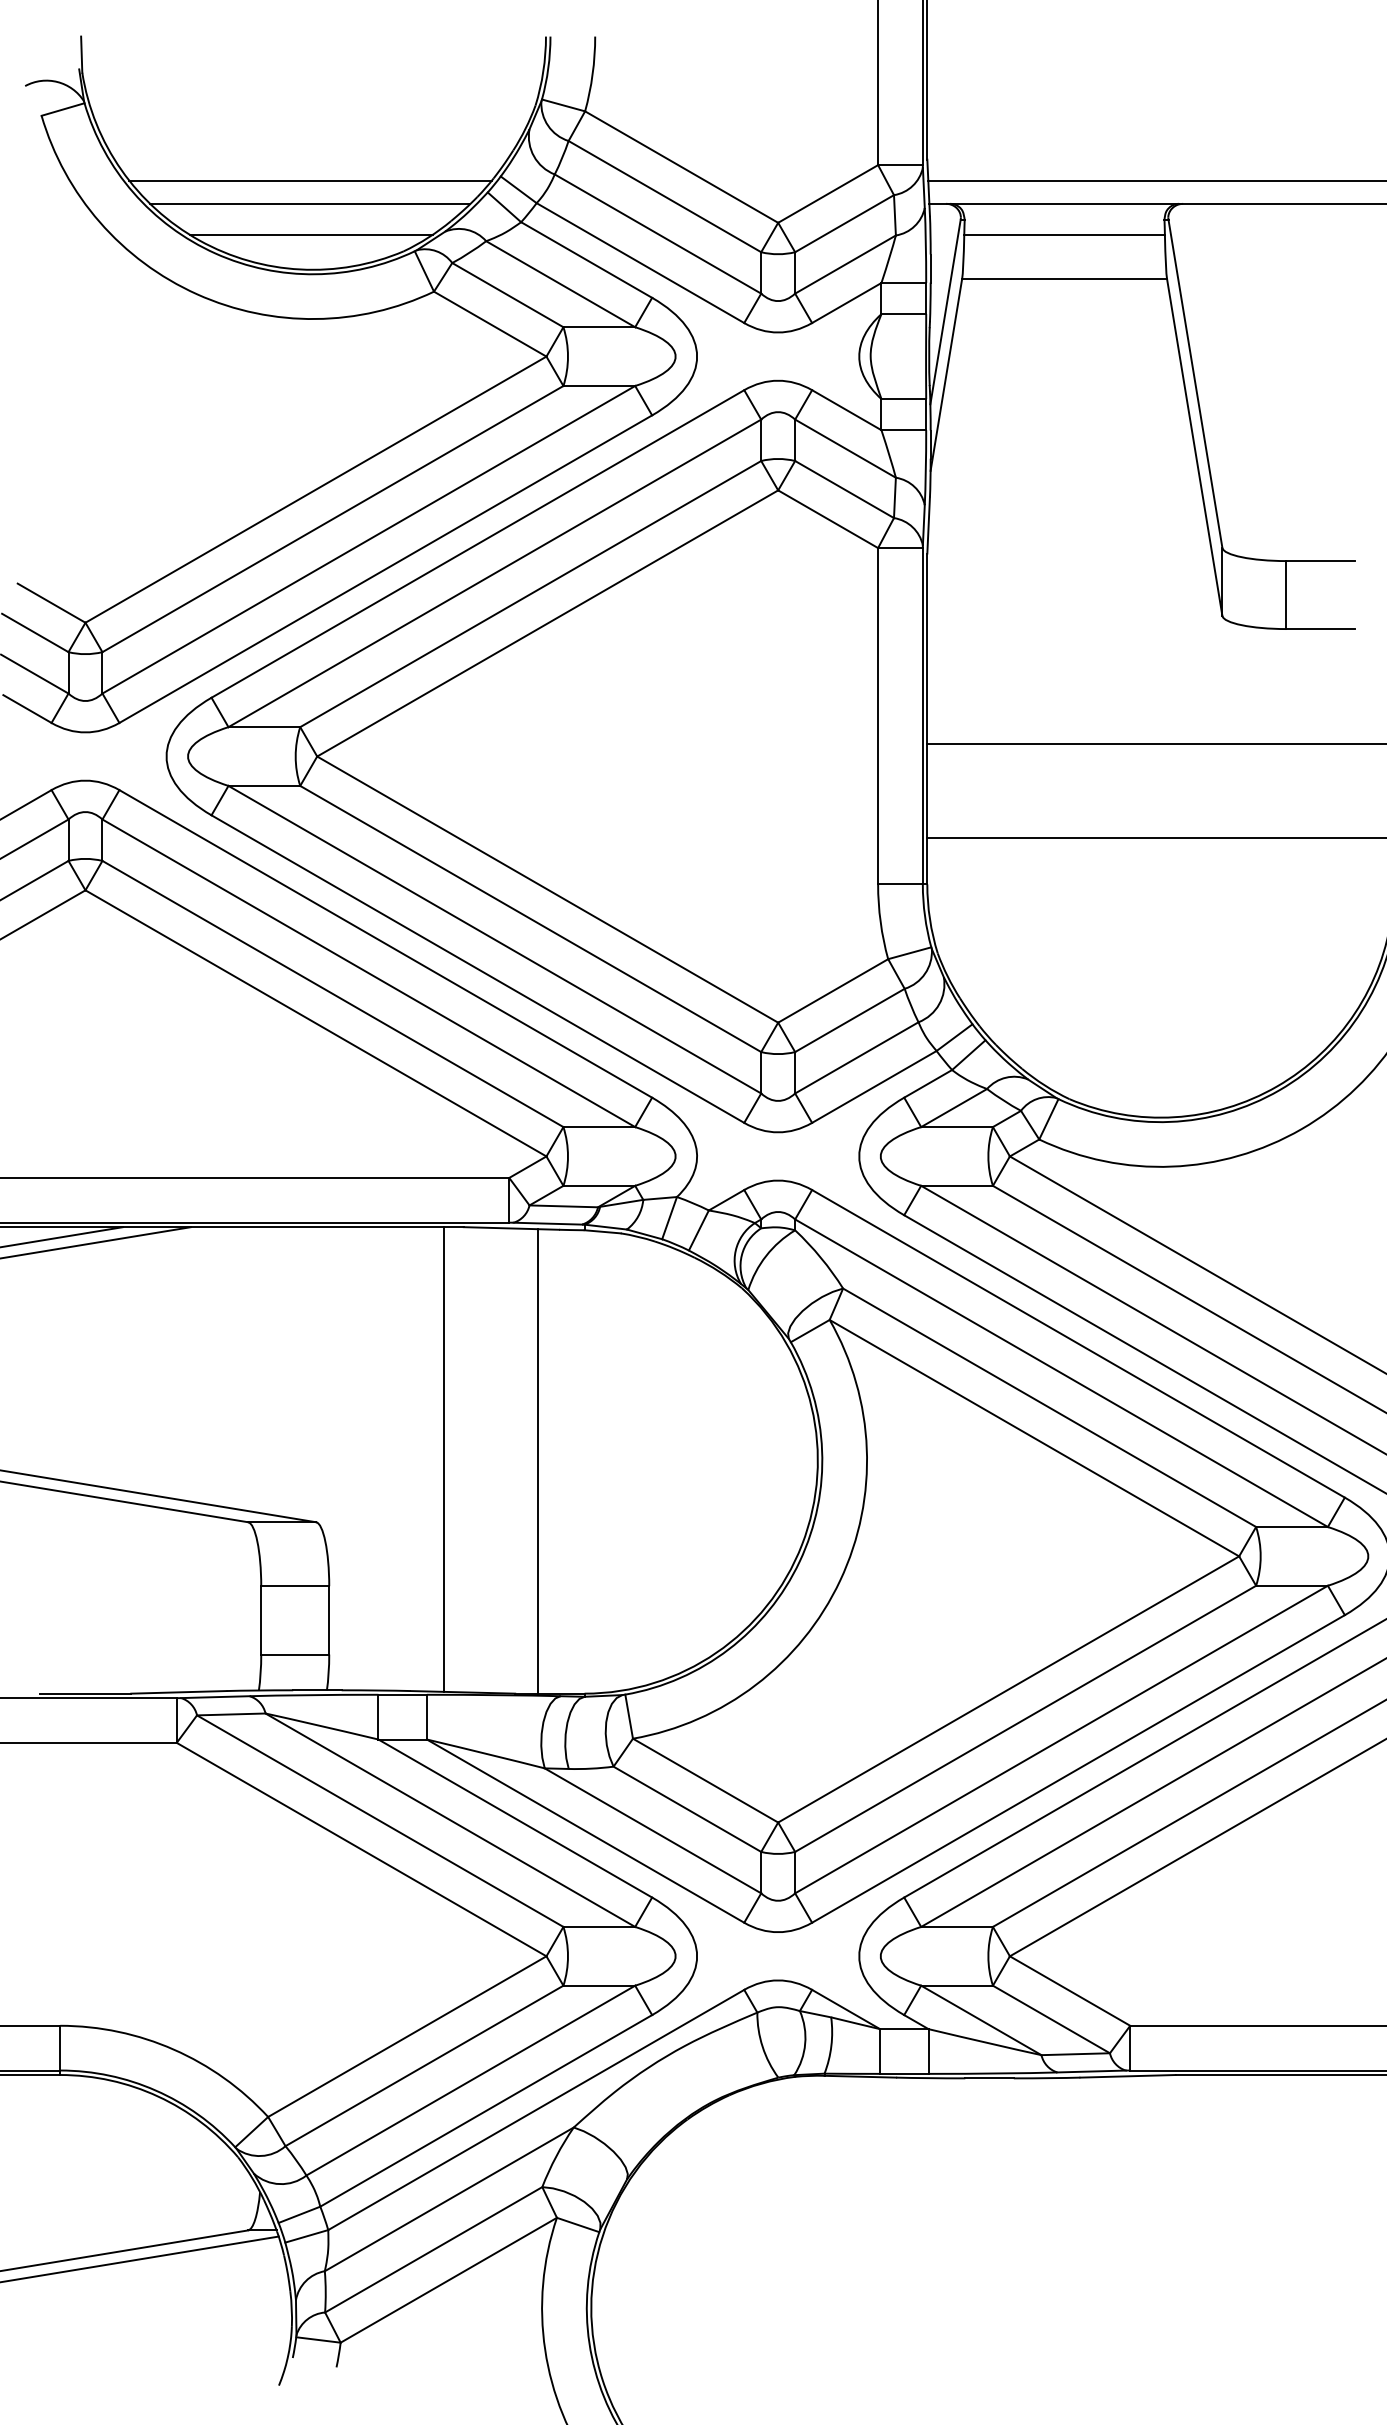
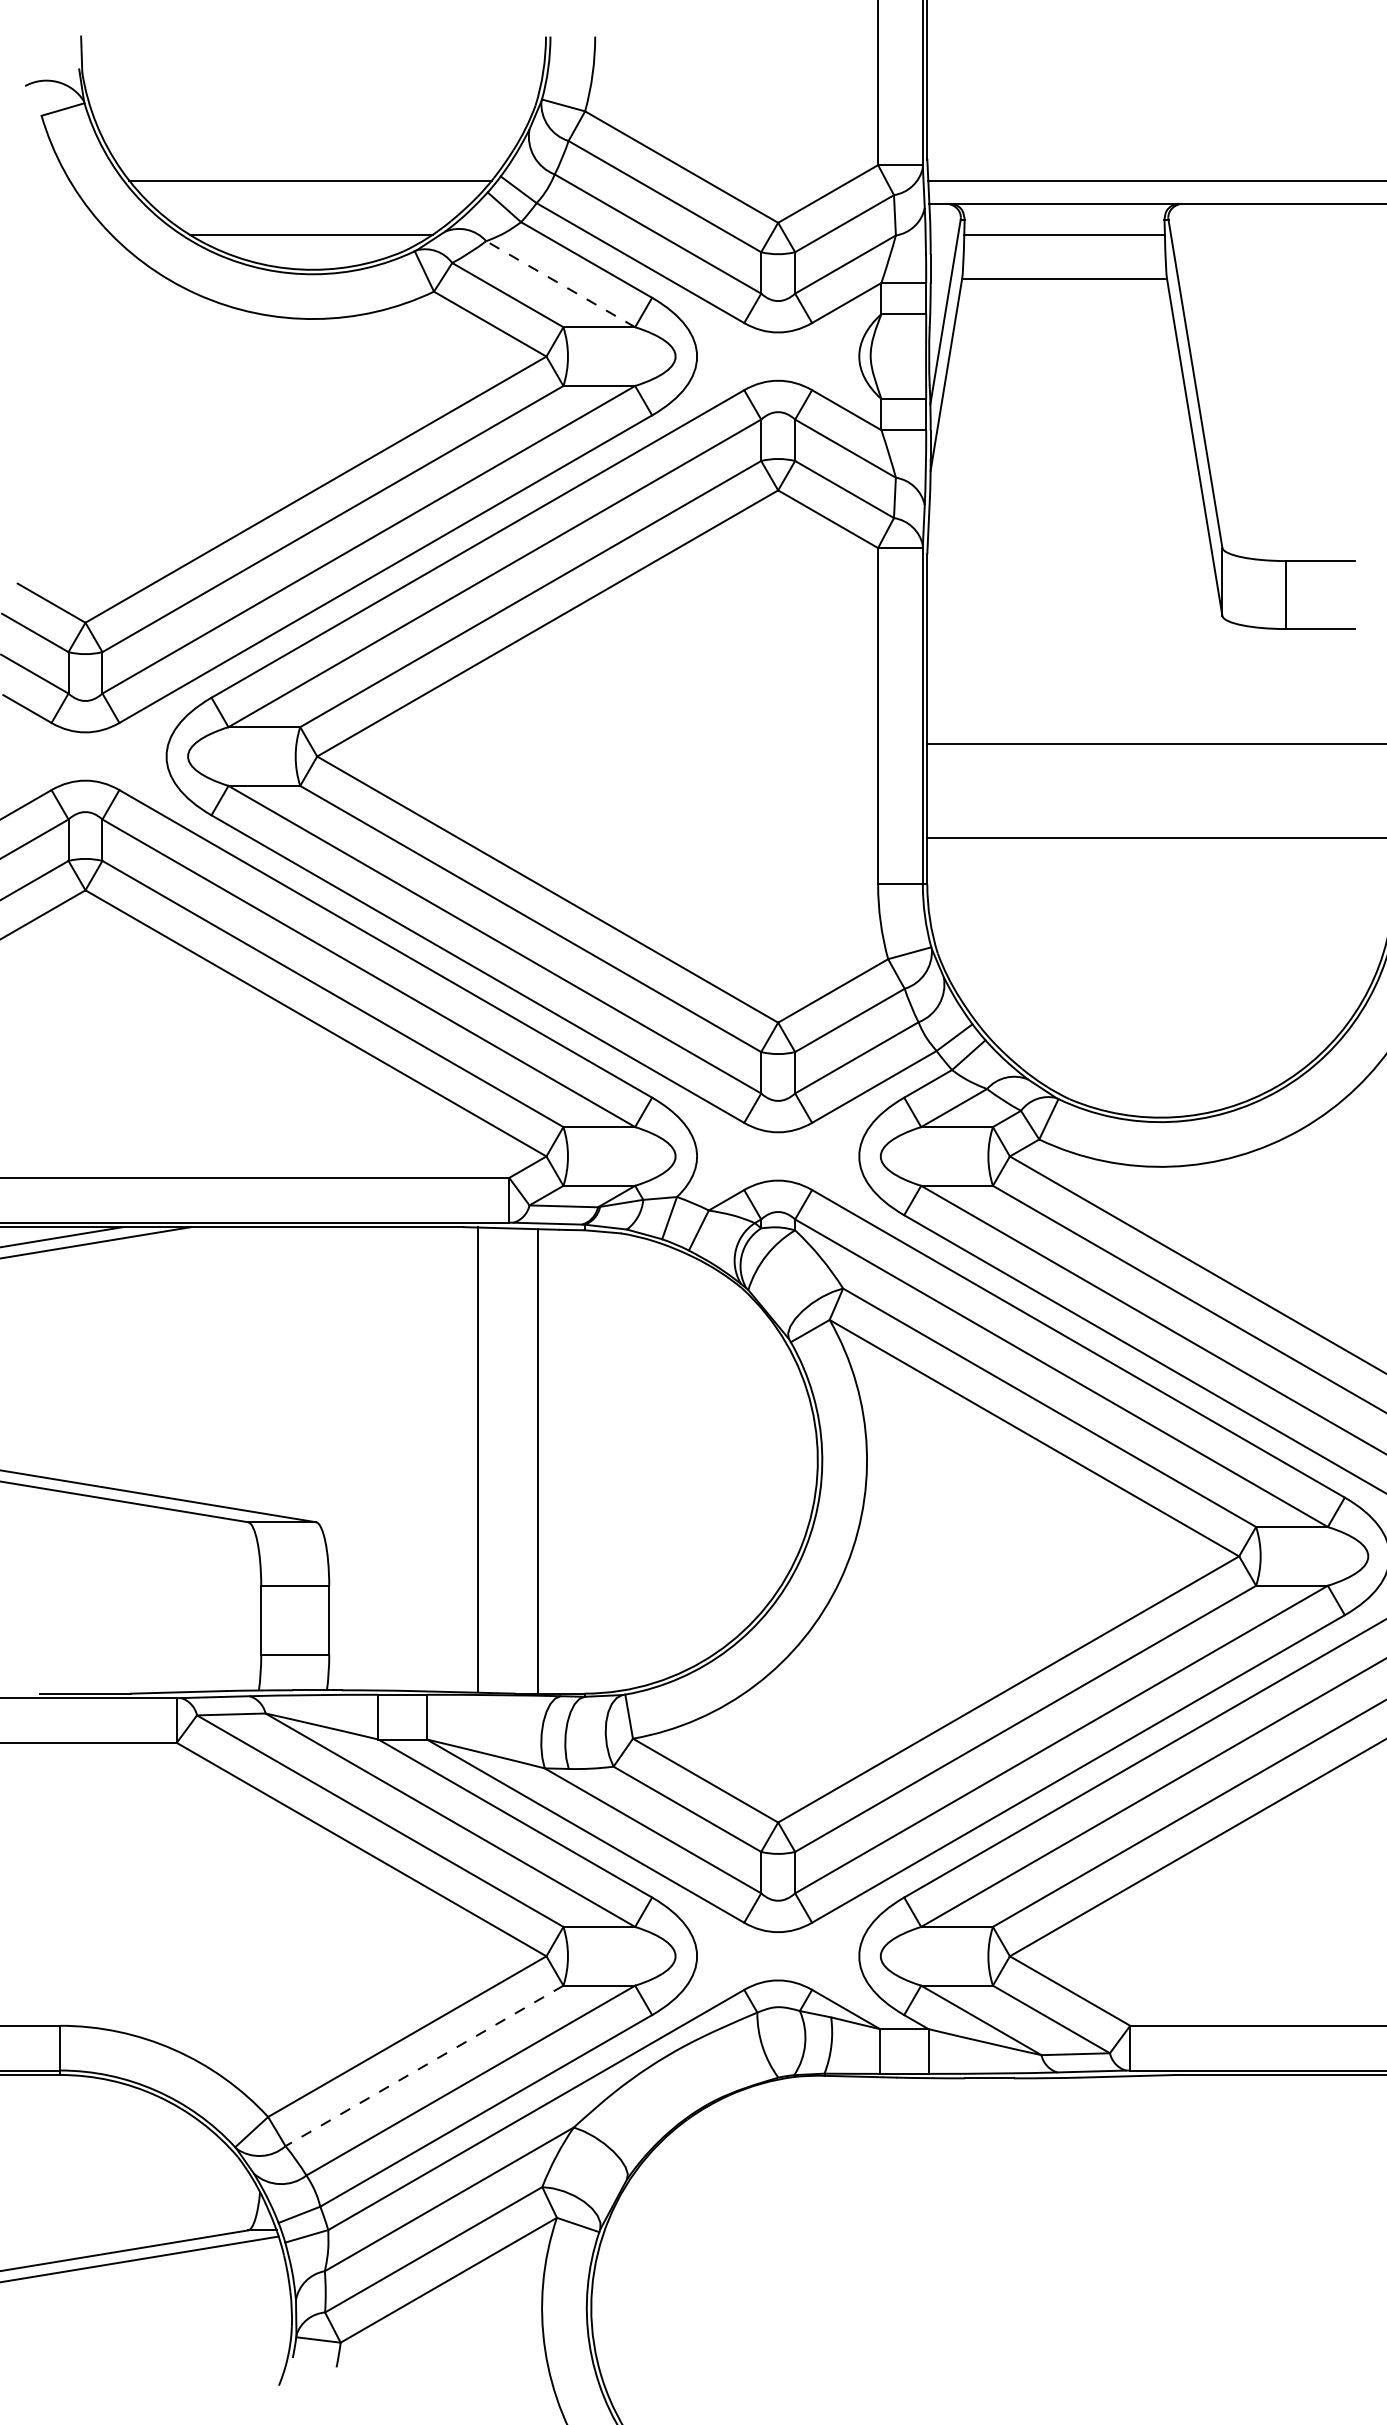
line at (310, 203): present -> none
line at (560, 283): solid -> dashed
line at (443, 1459) position: (443, 1459) -> (477, 1459)
line at (424, 2066): solid -> dashed
